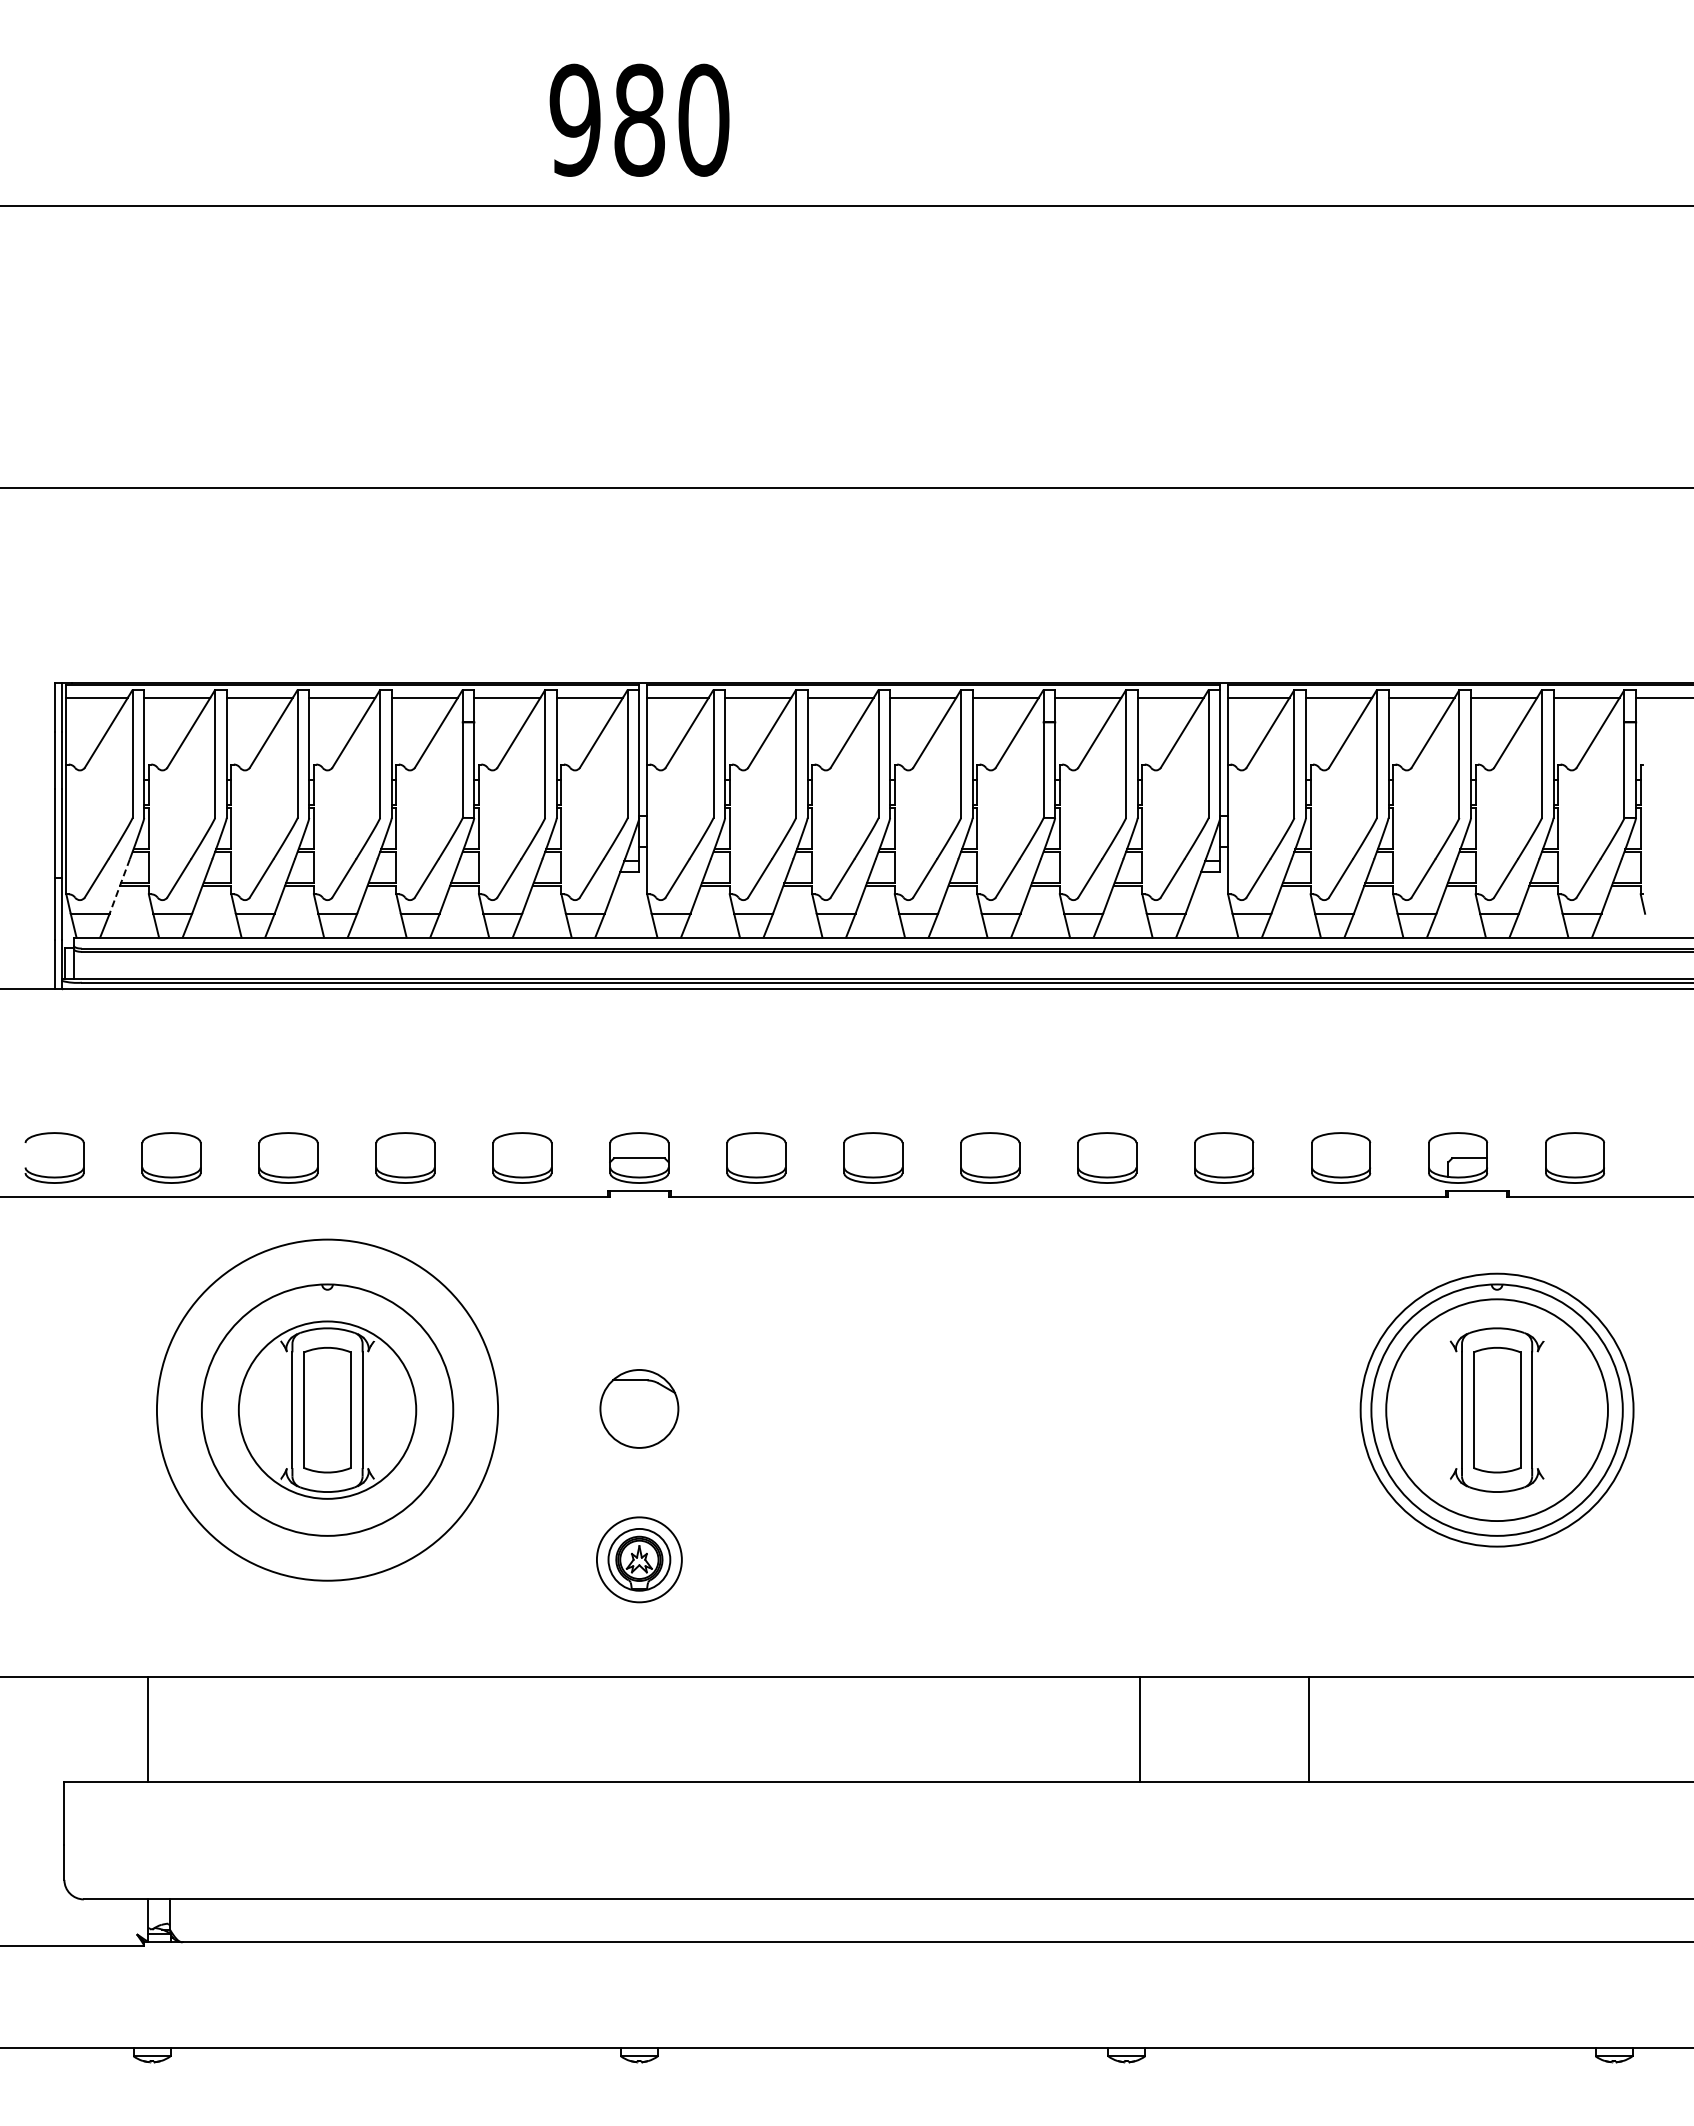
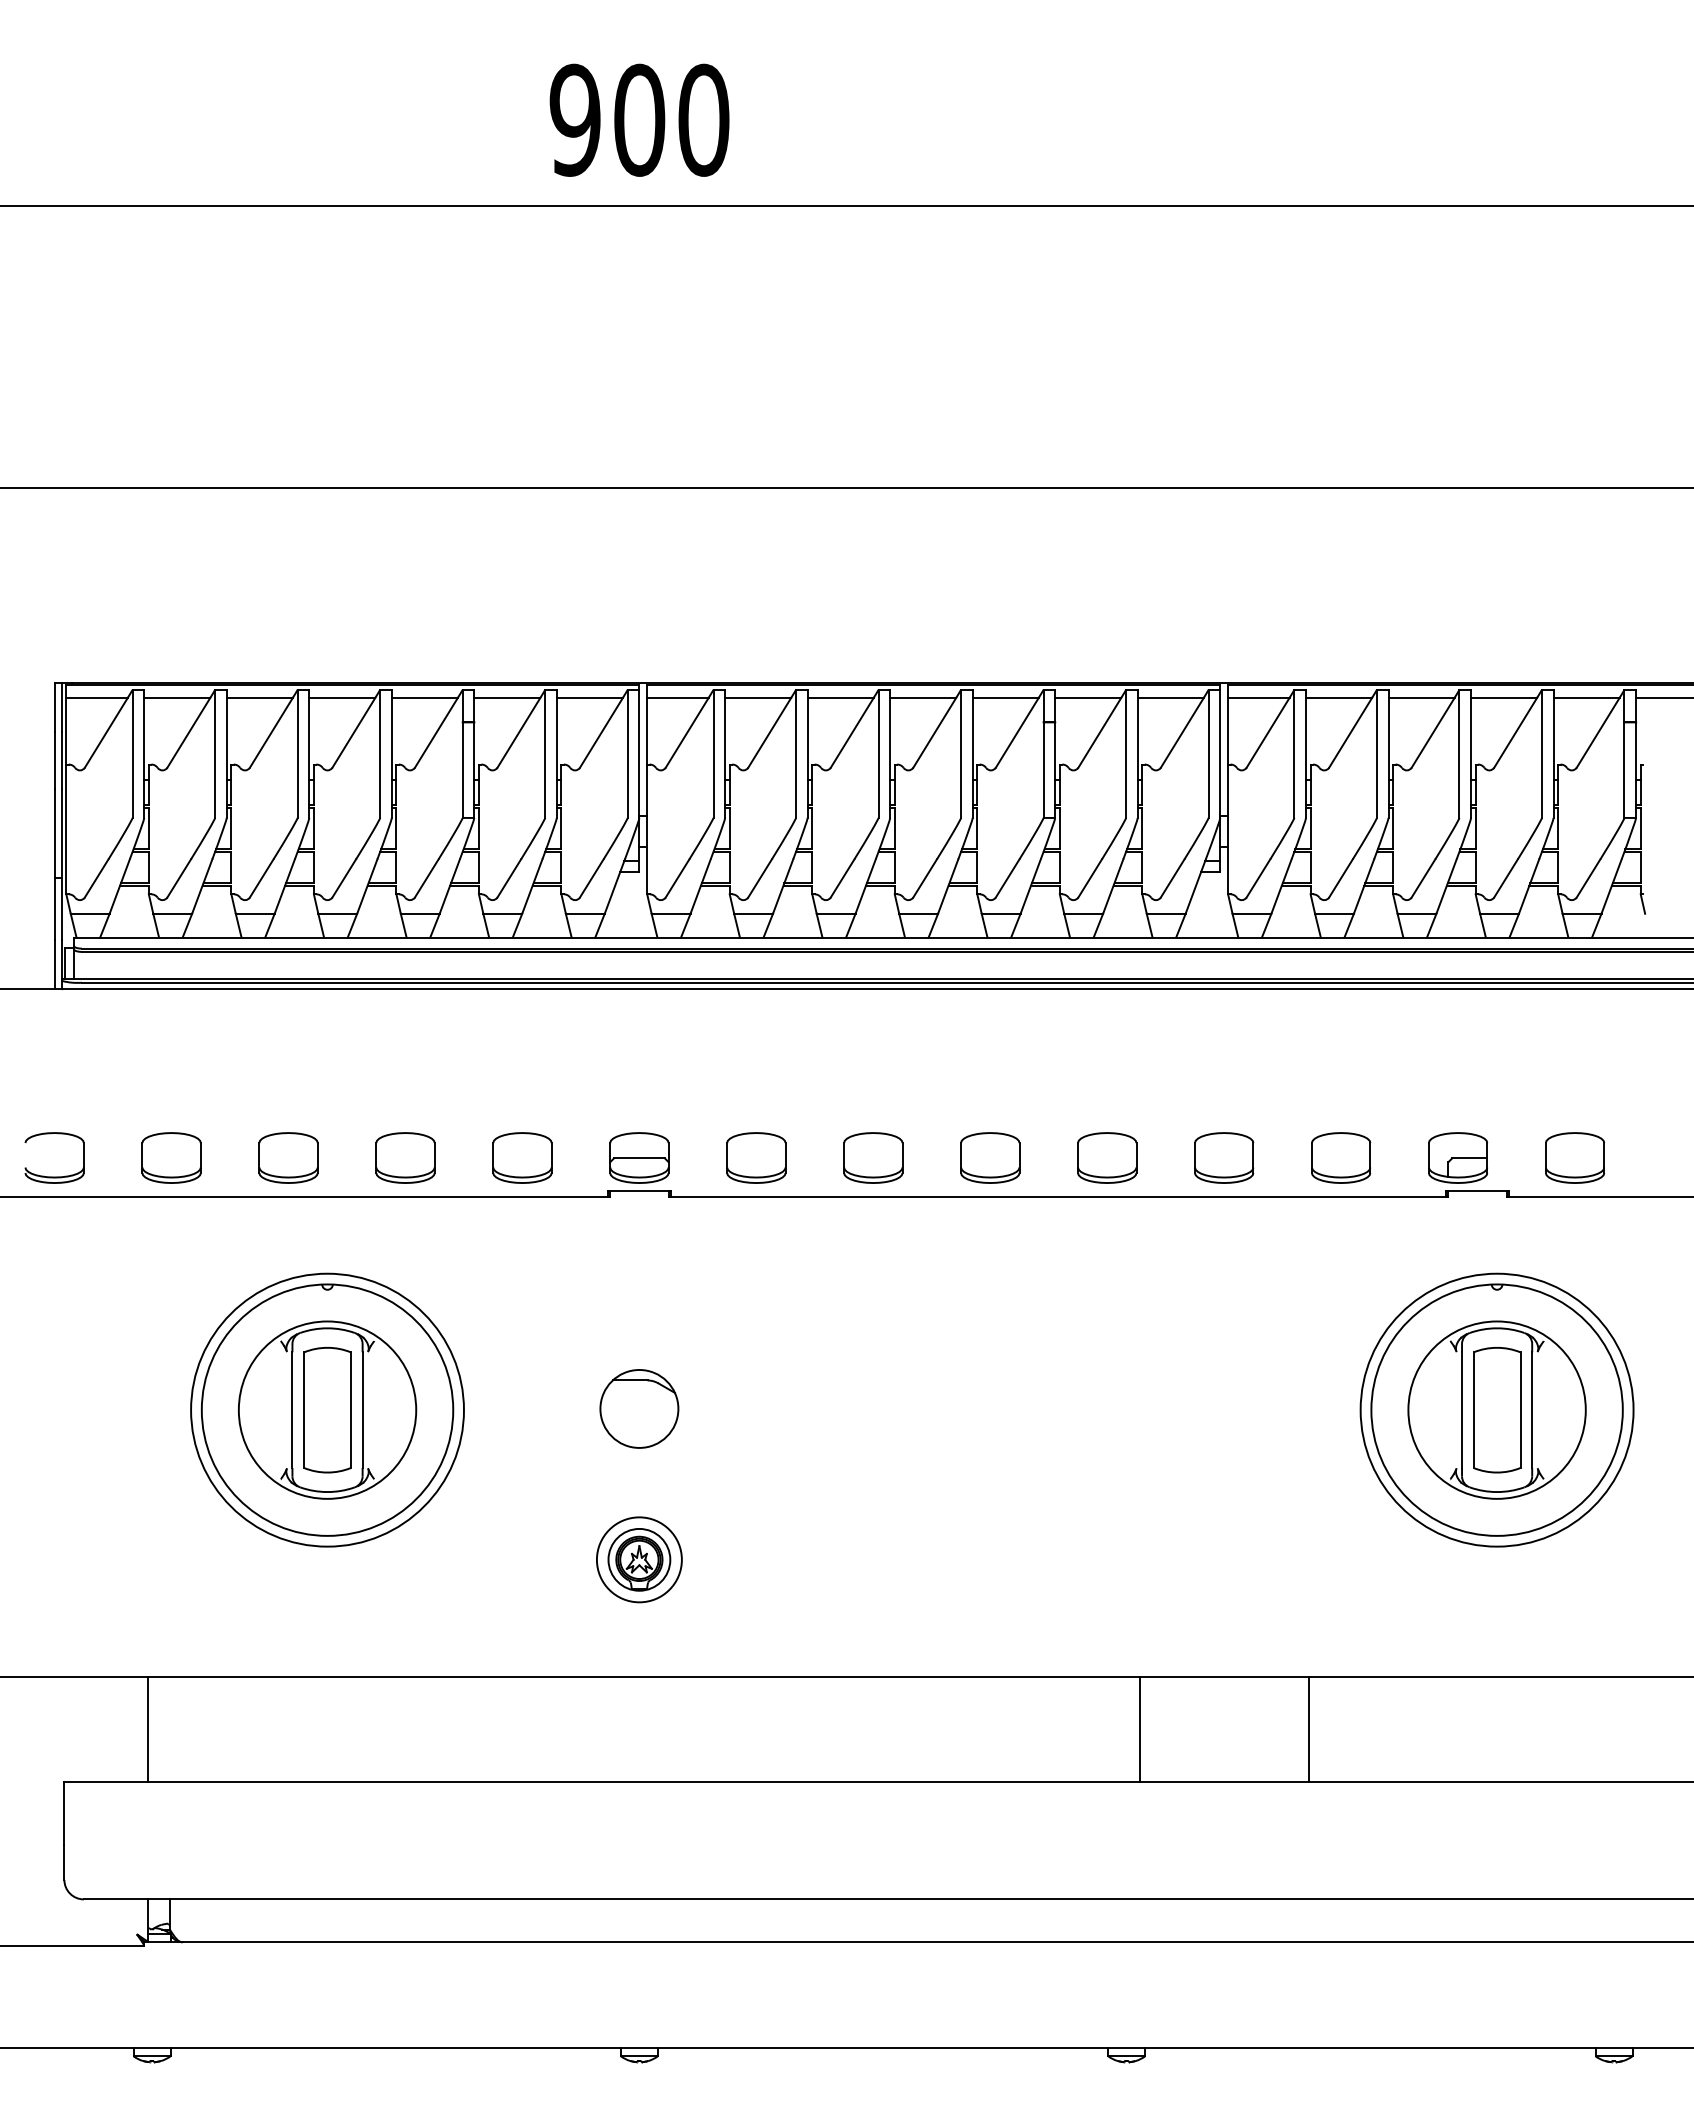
text at (639, 120): 980 -> 900
line at (119, 887): dashed -> solid
circle at (327, 1409) diameter: 341 px -> 273 px
circle at (1496, 1410) diameter: 222 px -> 177 px
